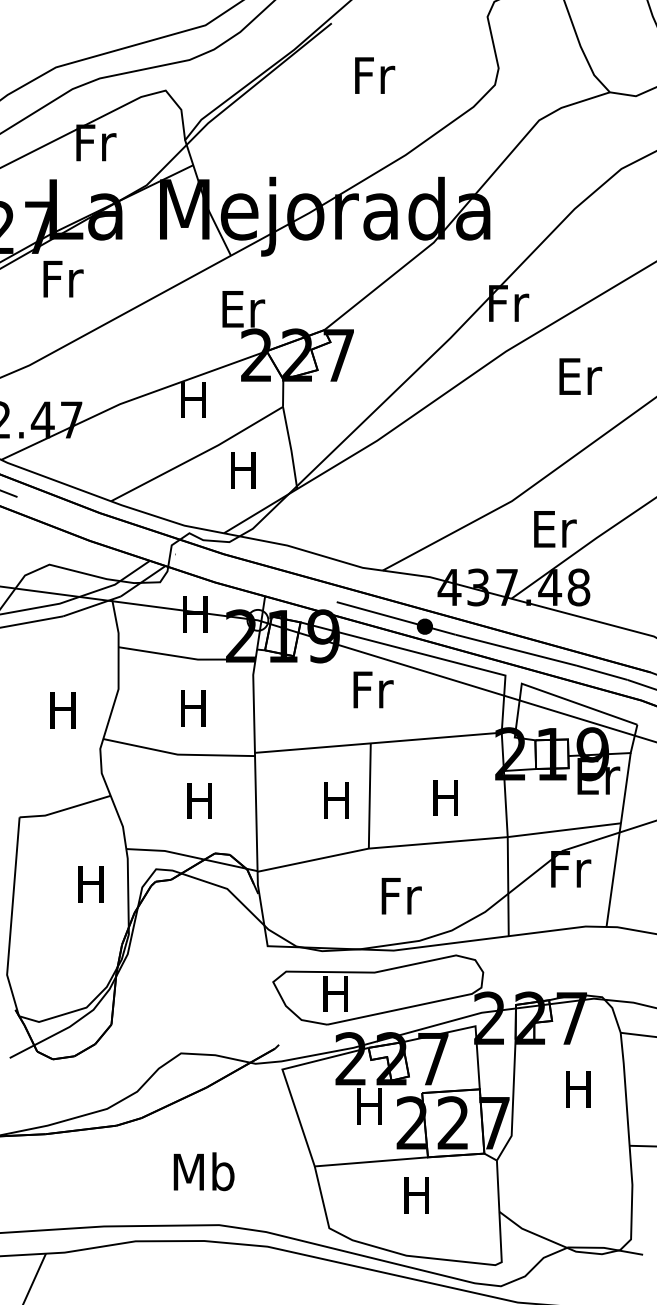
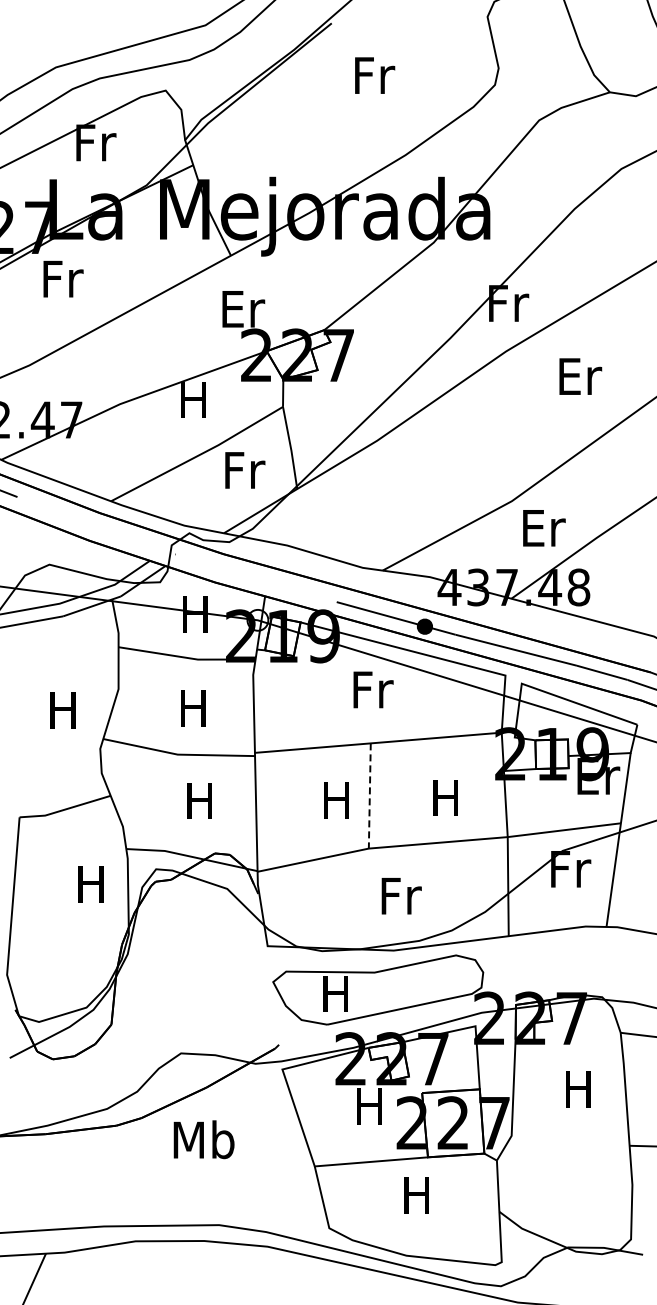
text at (245, 470): H -> Fr
text at (555, 529) position: (555, 529) -> (544, 528)
line at (369, 795): solid -> dashed
text at (203, 1171) position: (203, 1171) -> (203, 1139)
